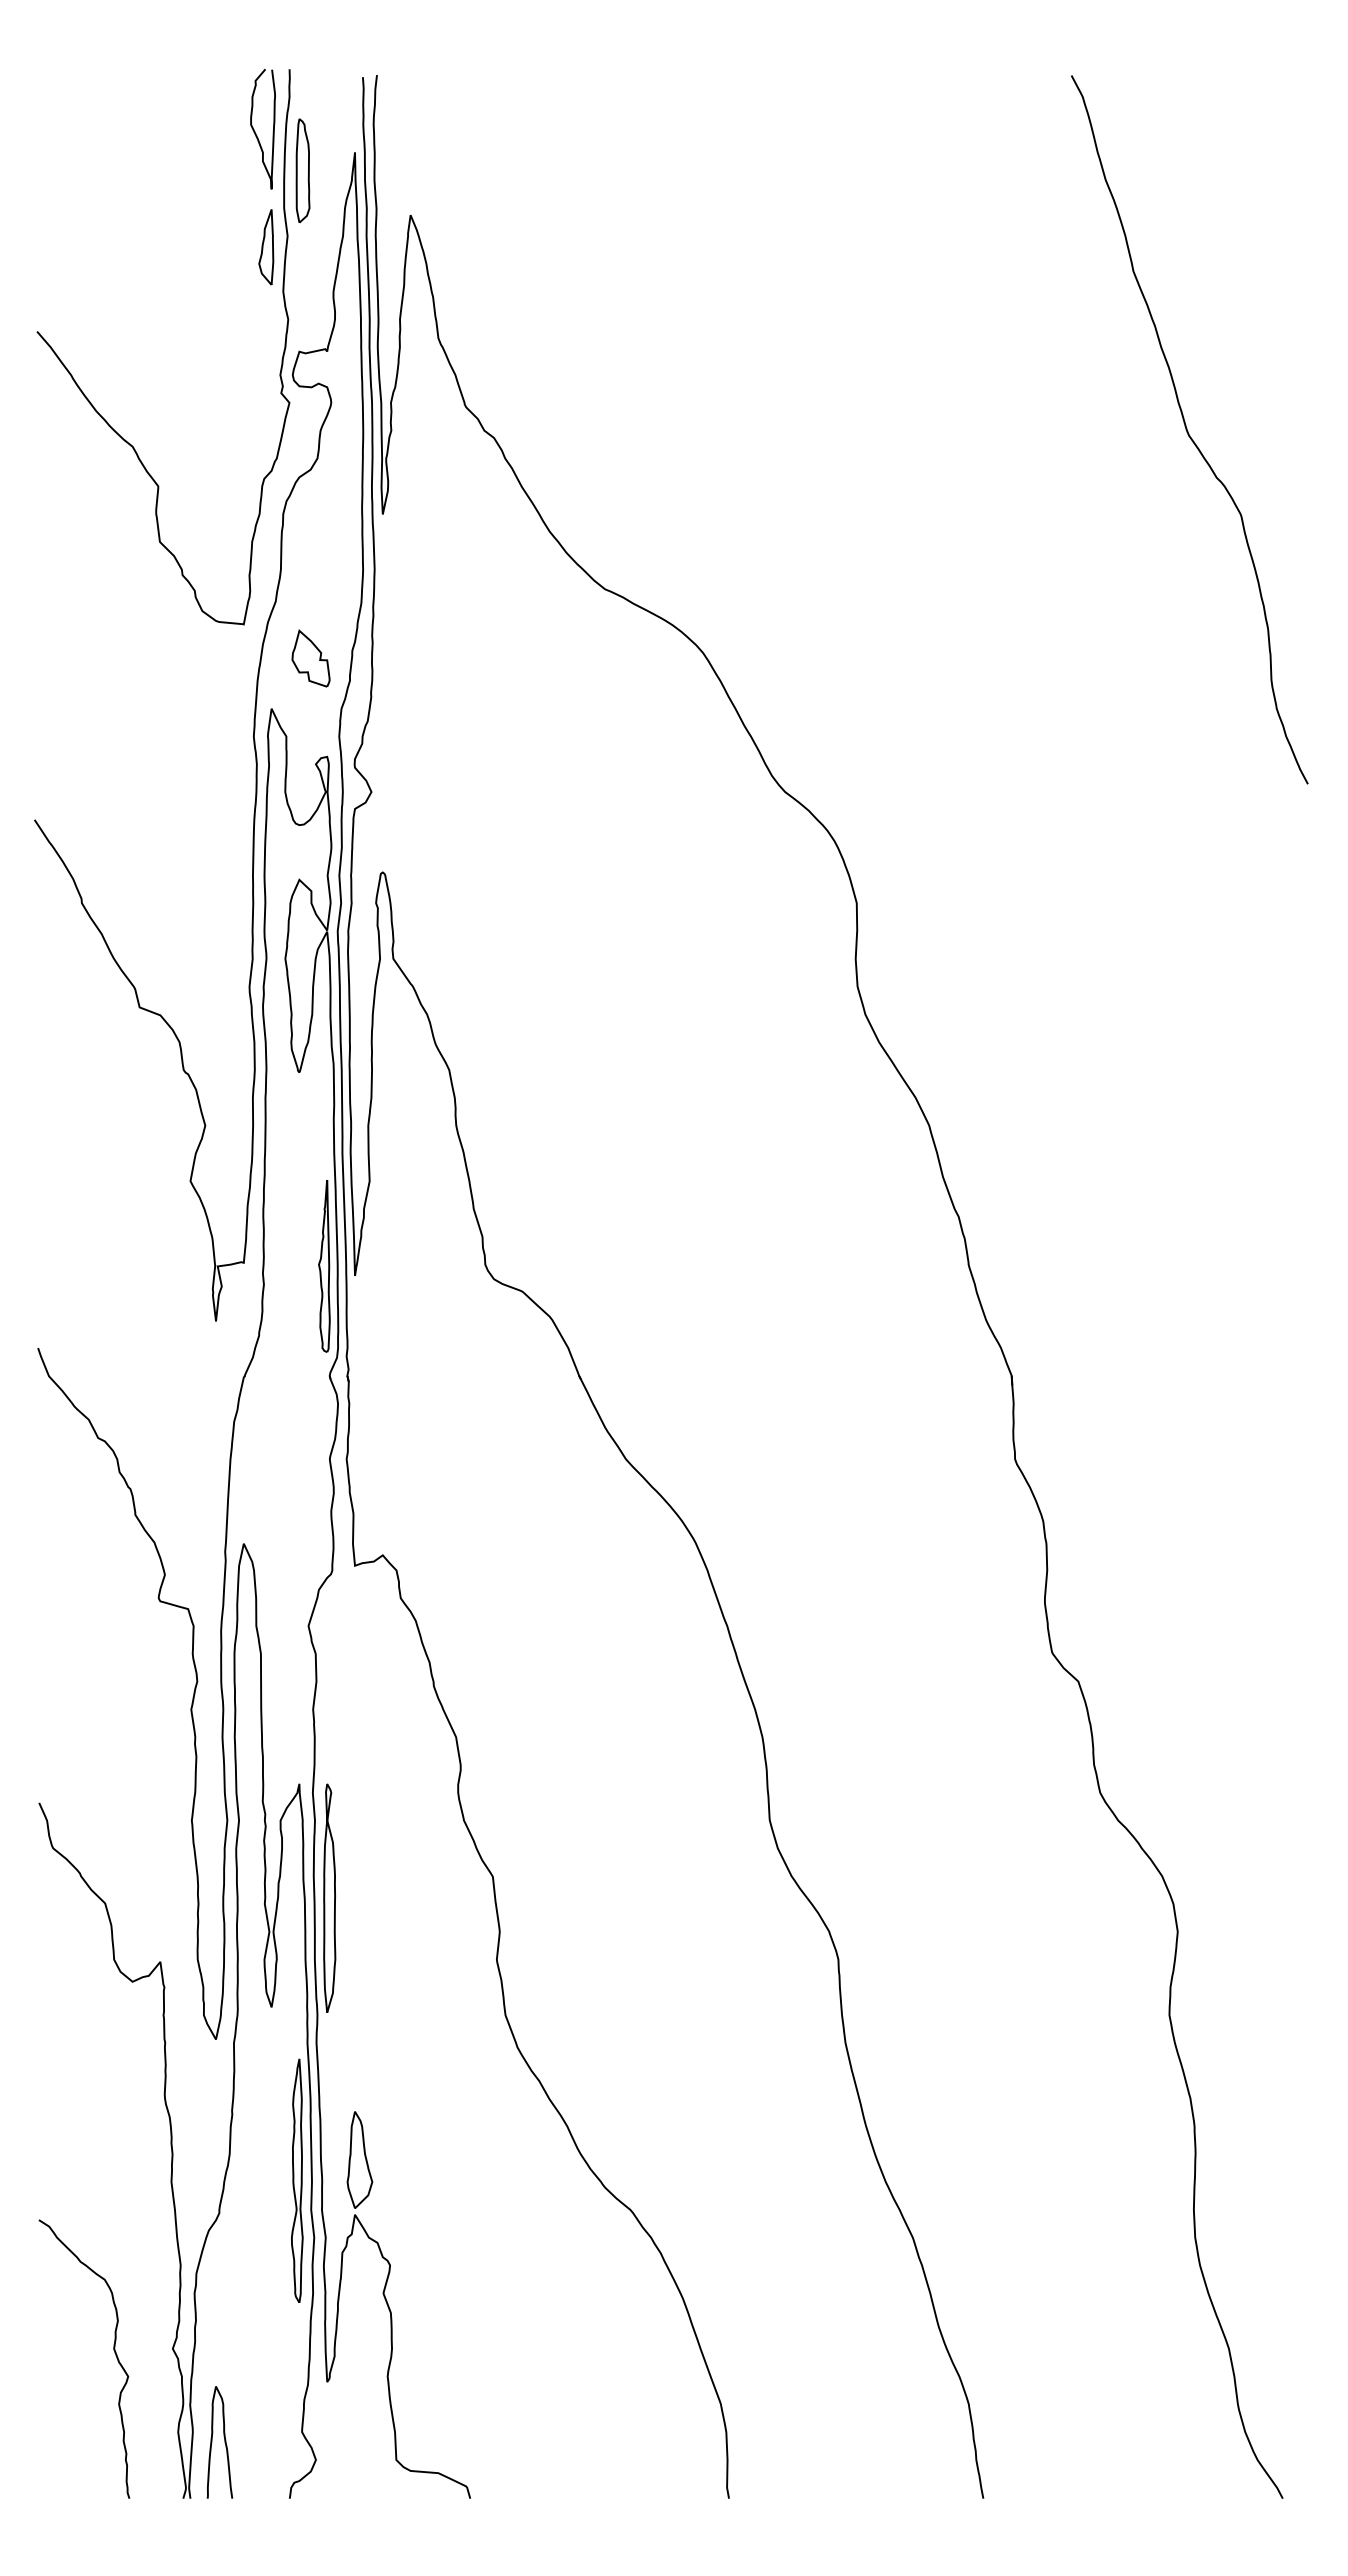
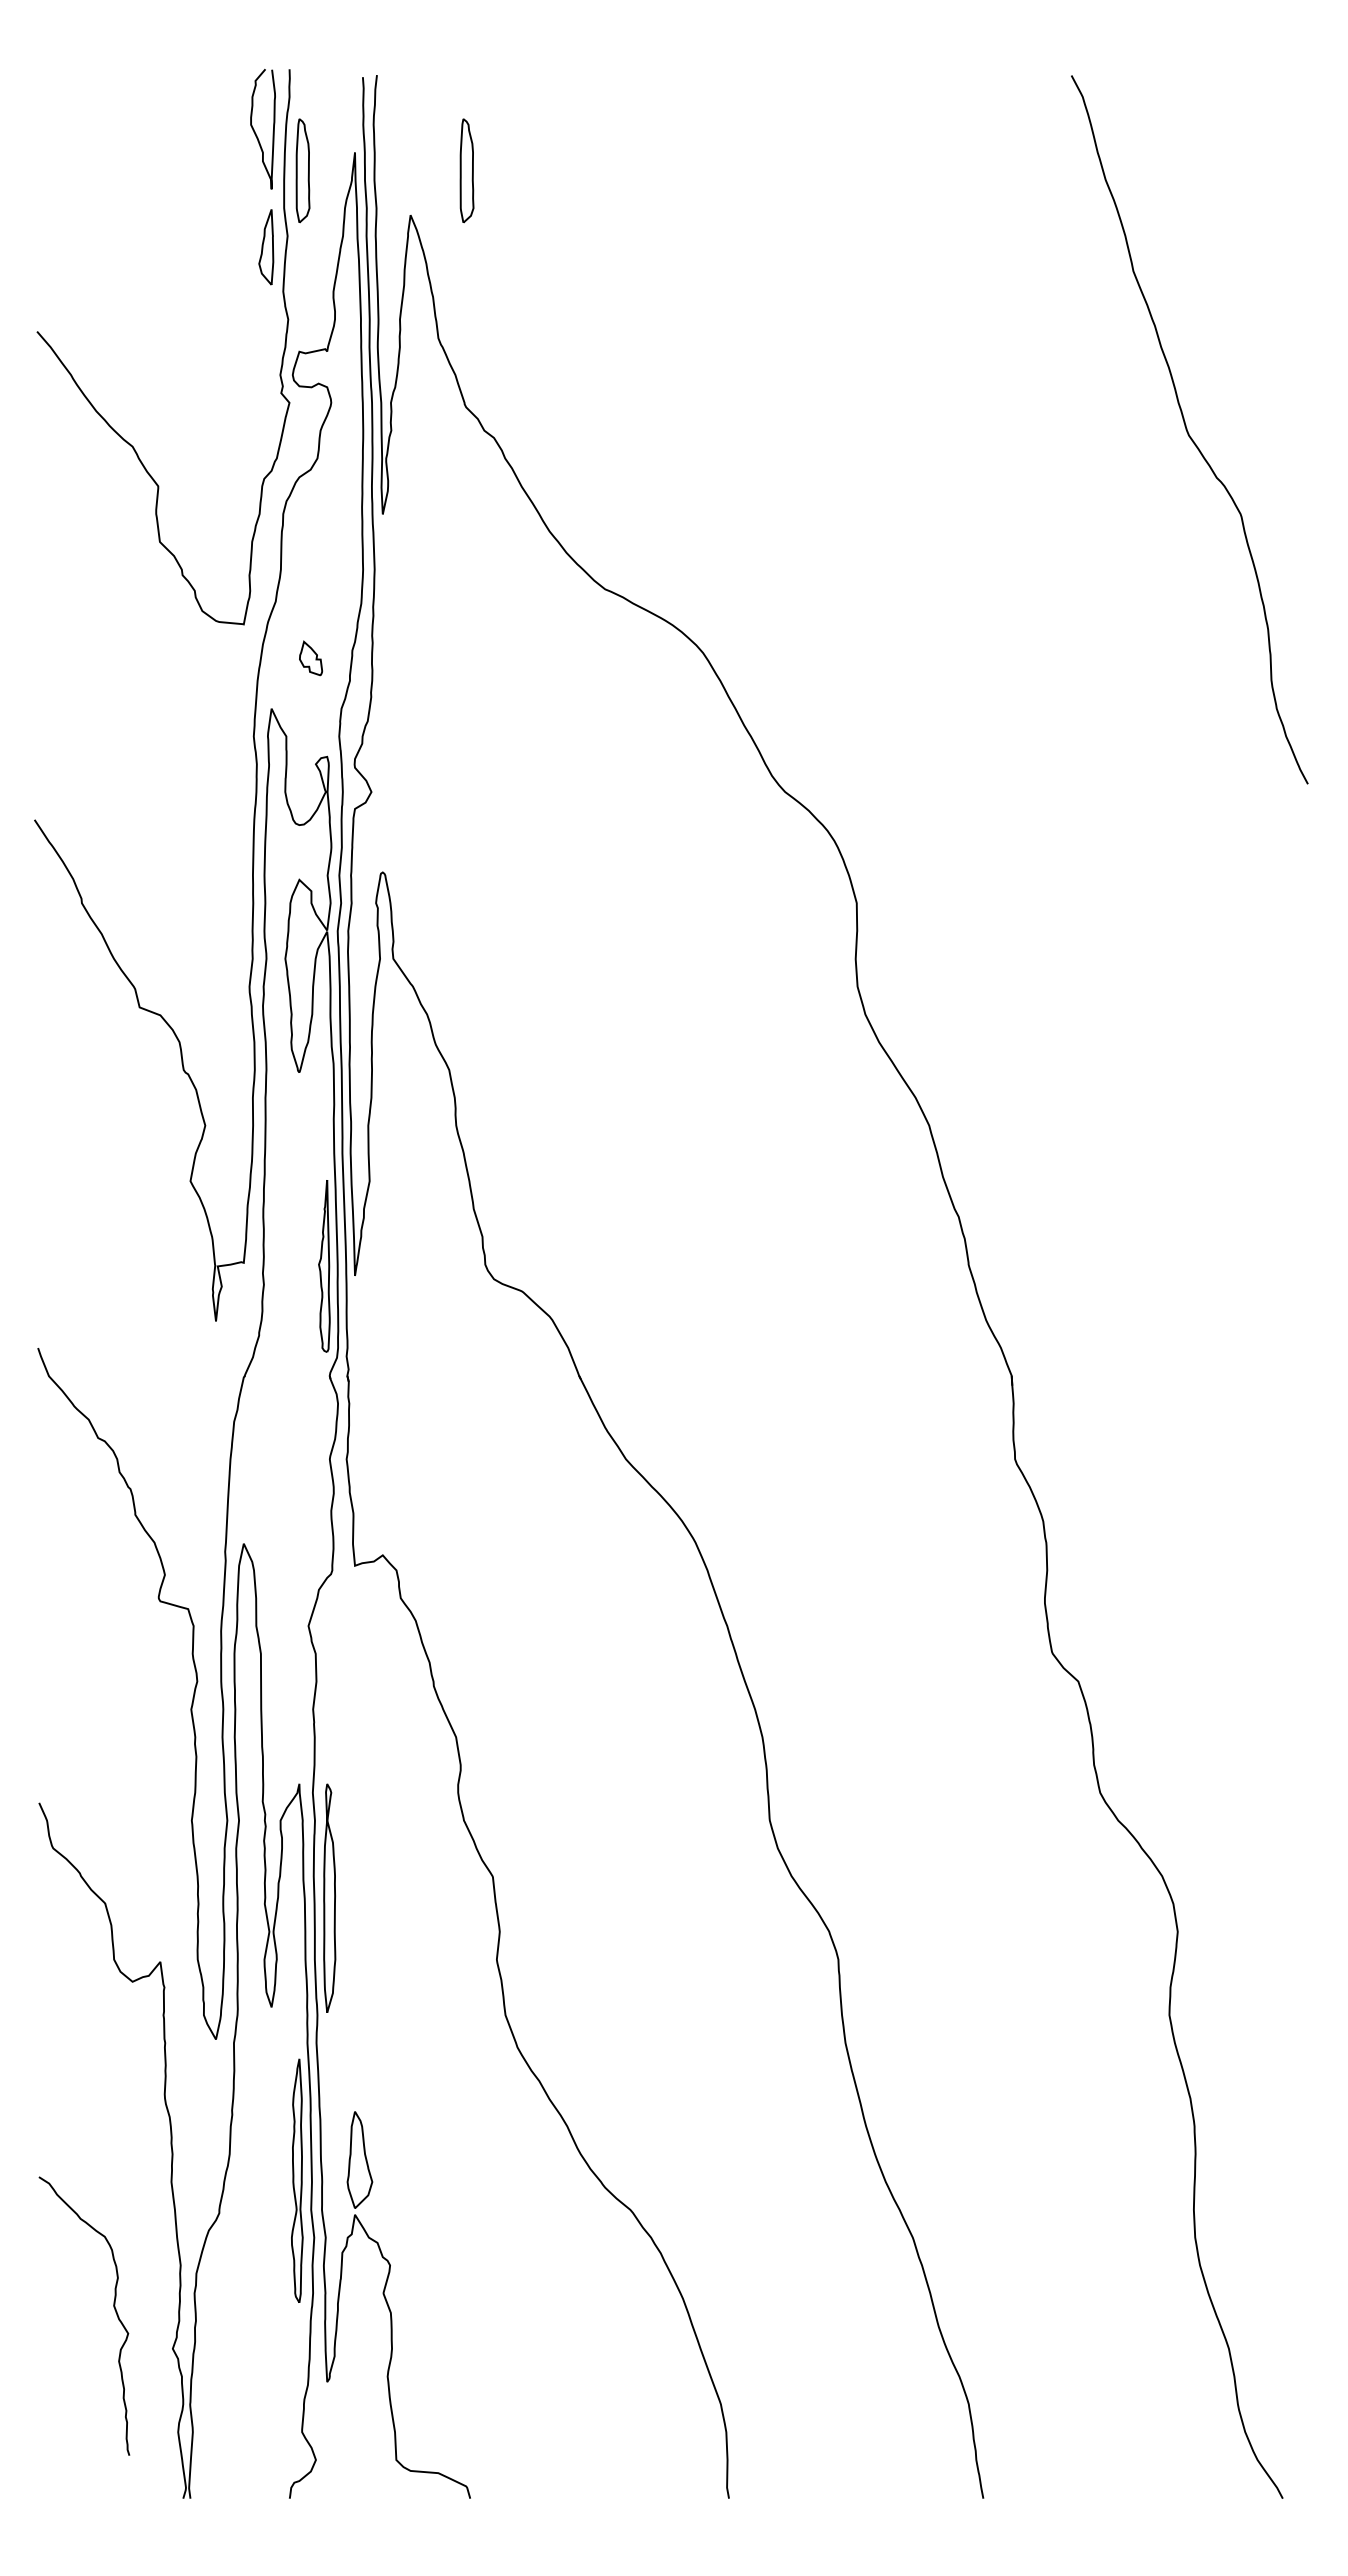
part at (466, 170): none -> present
part at (310, 658) size: 40x59 px -> 25x37 px
curve at (113, 2350) position: (113, 2350) -> (113, 2307)
curve at (224, 2442): present -> none
